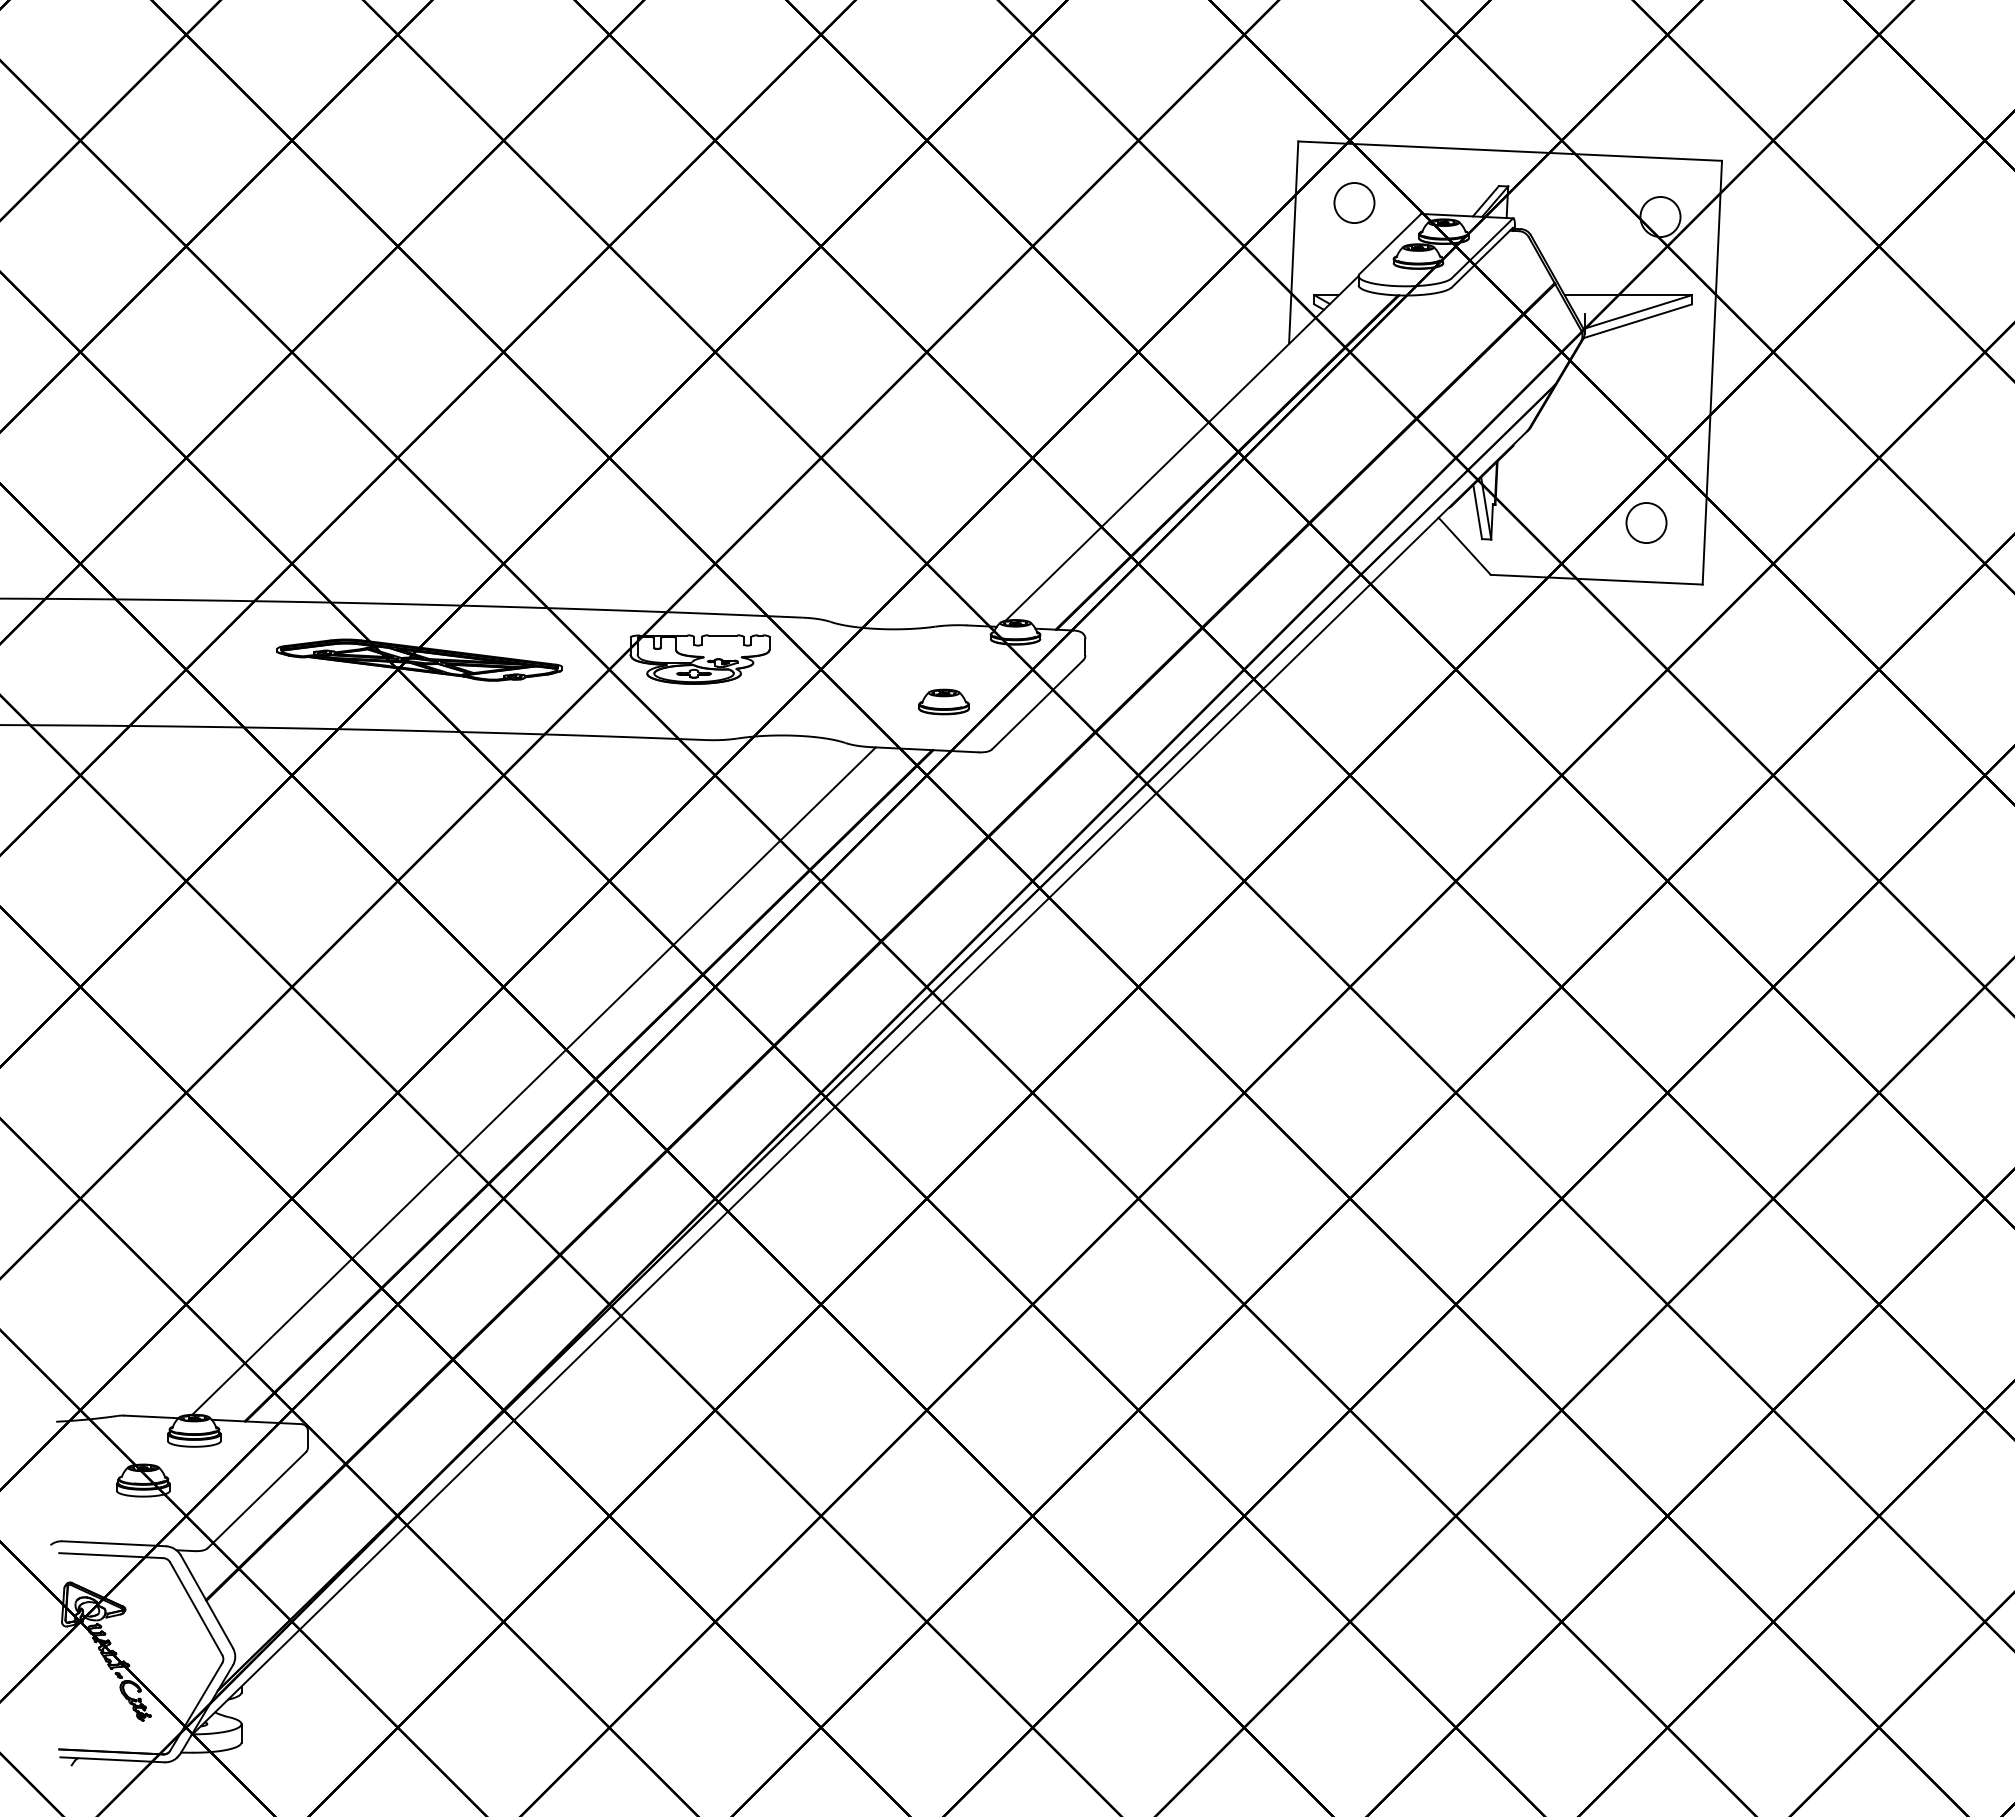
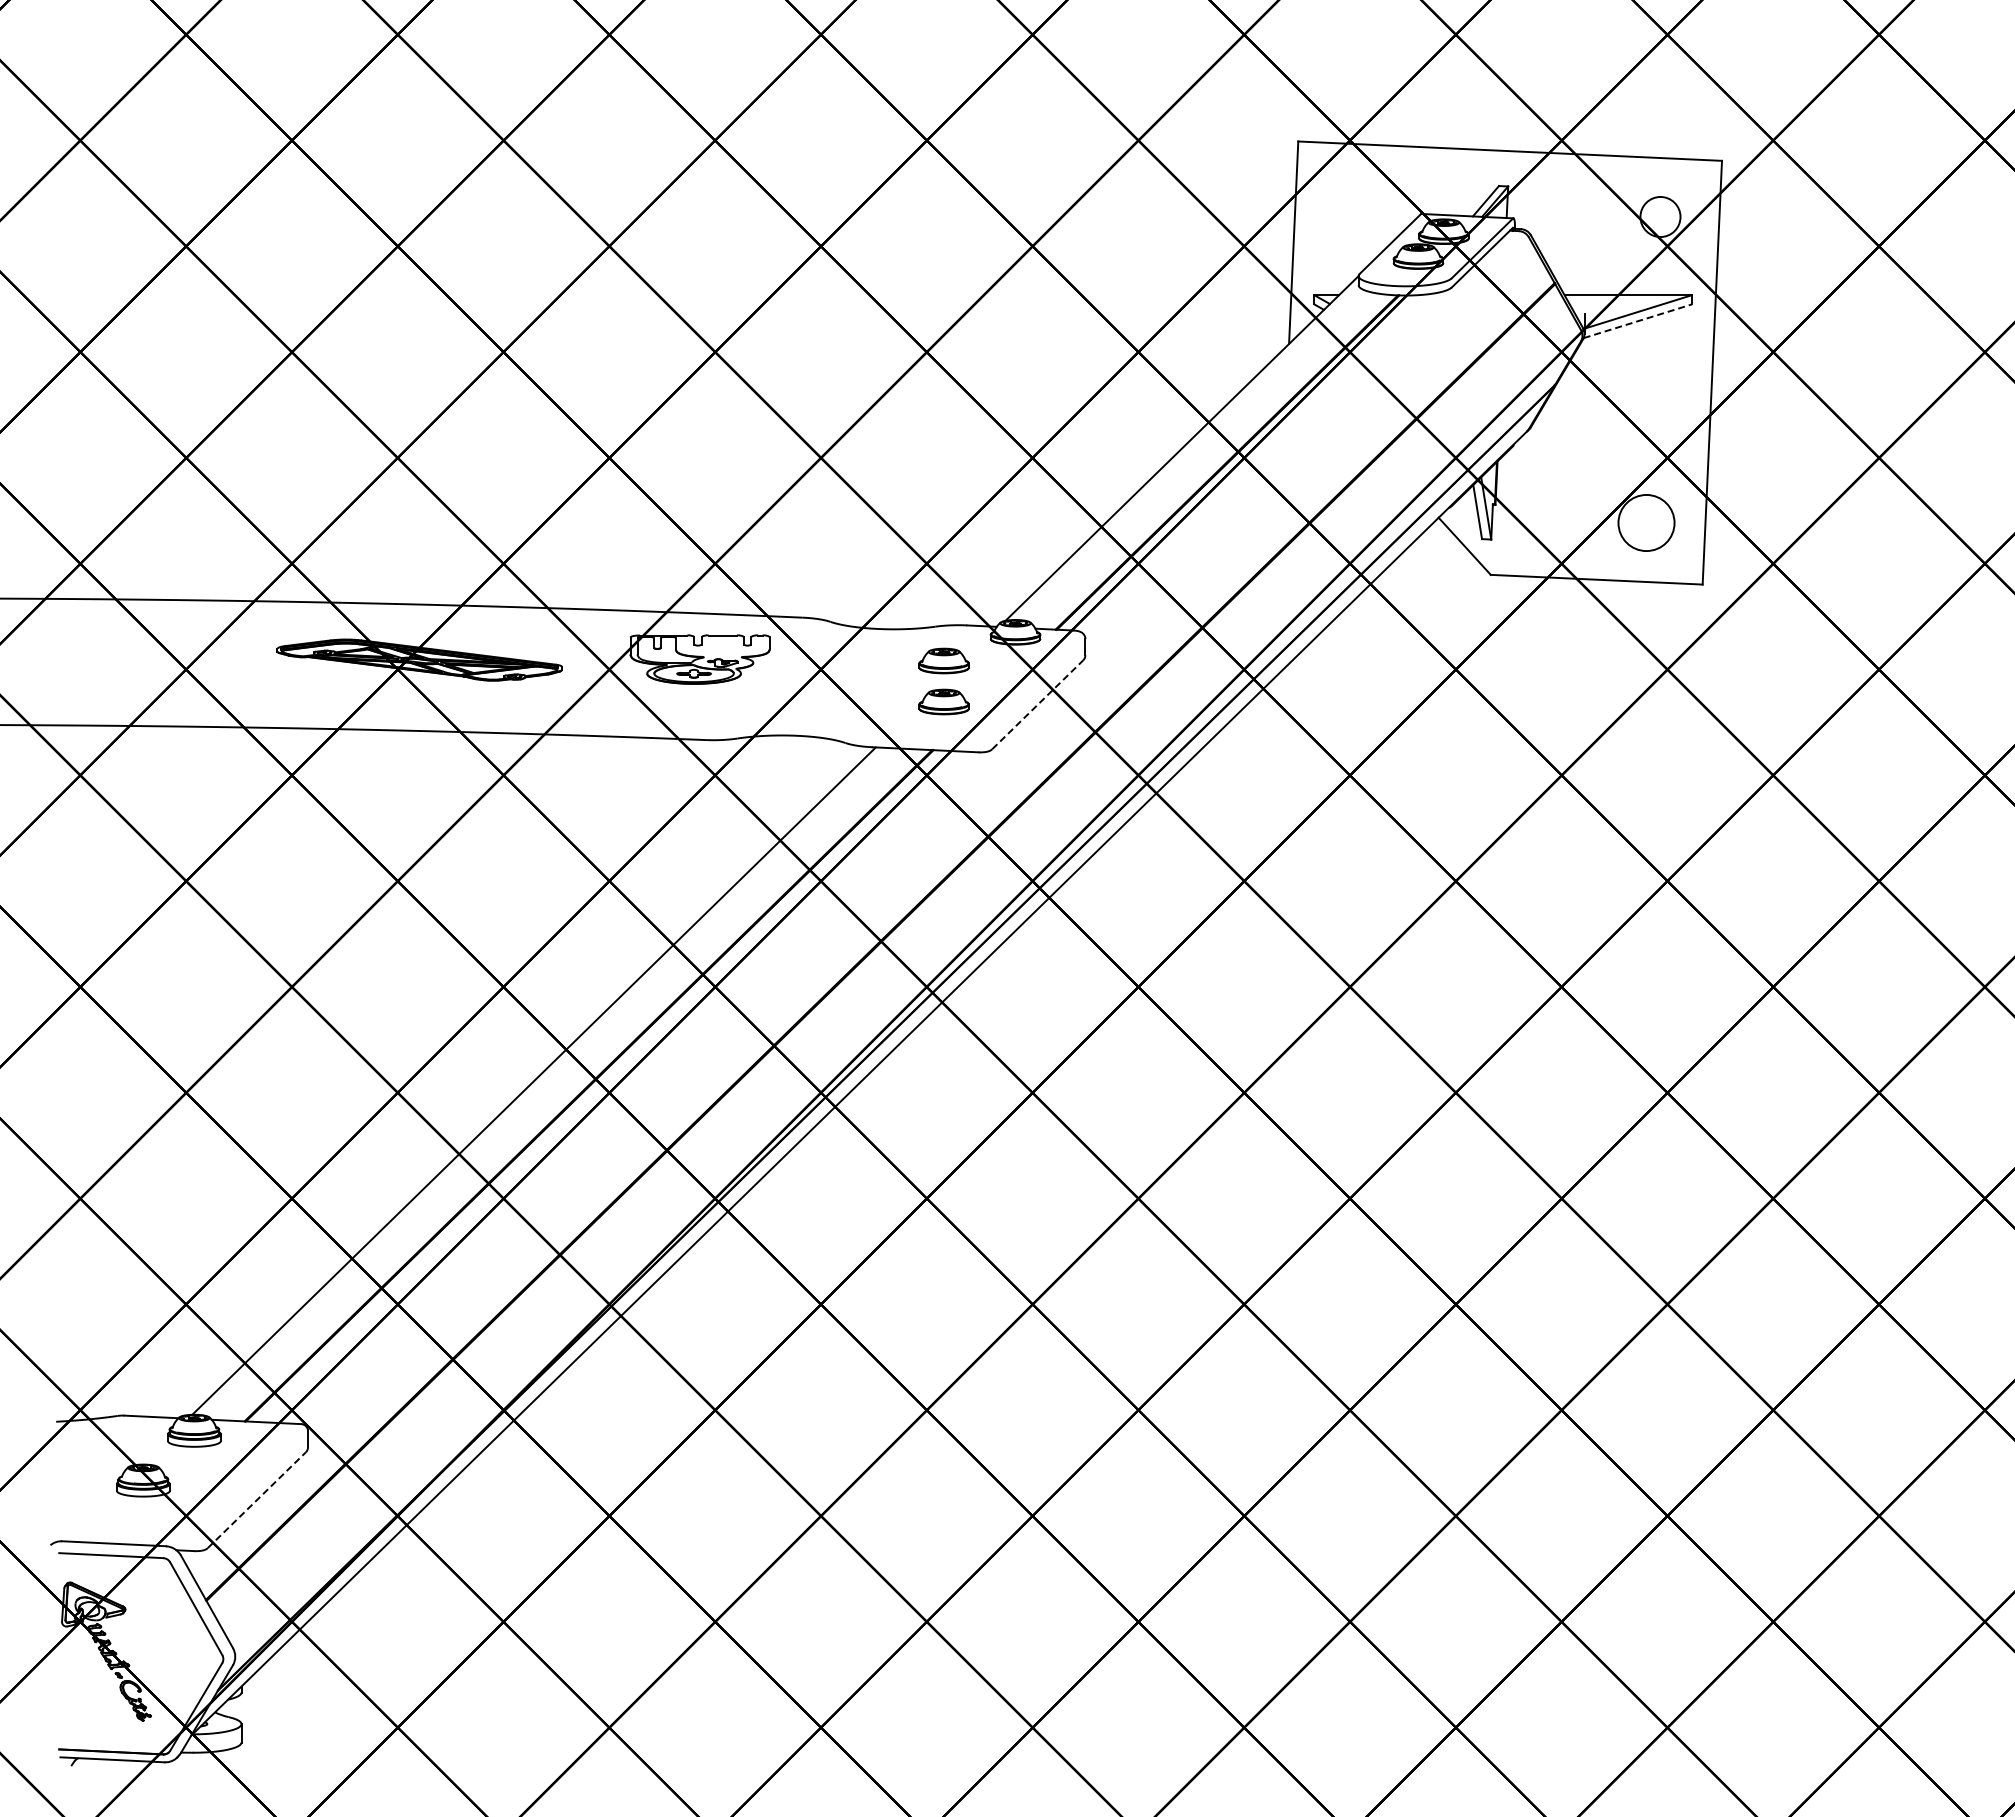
circle at (1354, 202): present -> none
line at (1637, 321): solid -> dashed
circle at (1646, 522) diameter: 40 px -> 56 px
part at (943, 660): none -> present
line at (1038, 704): solid -> dashed
line at (257, 1499): solid -> dashed
